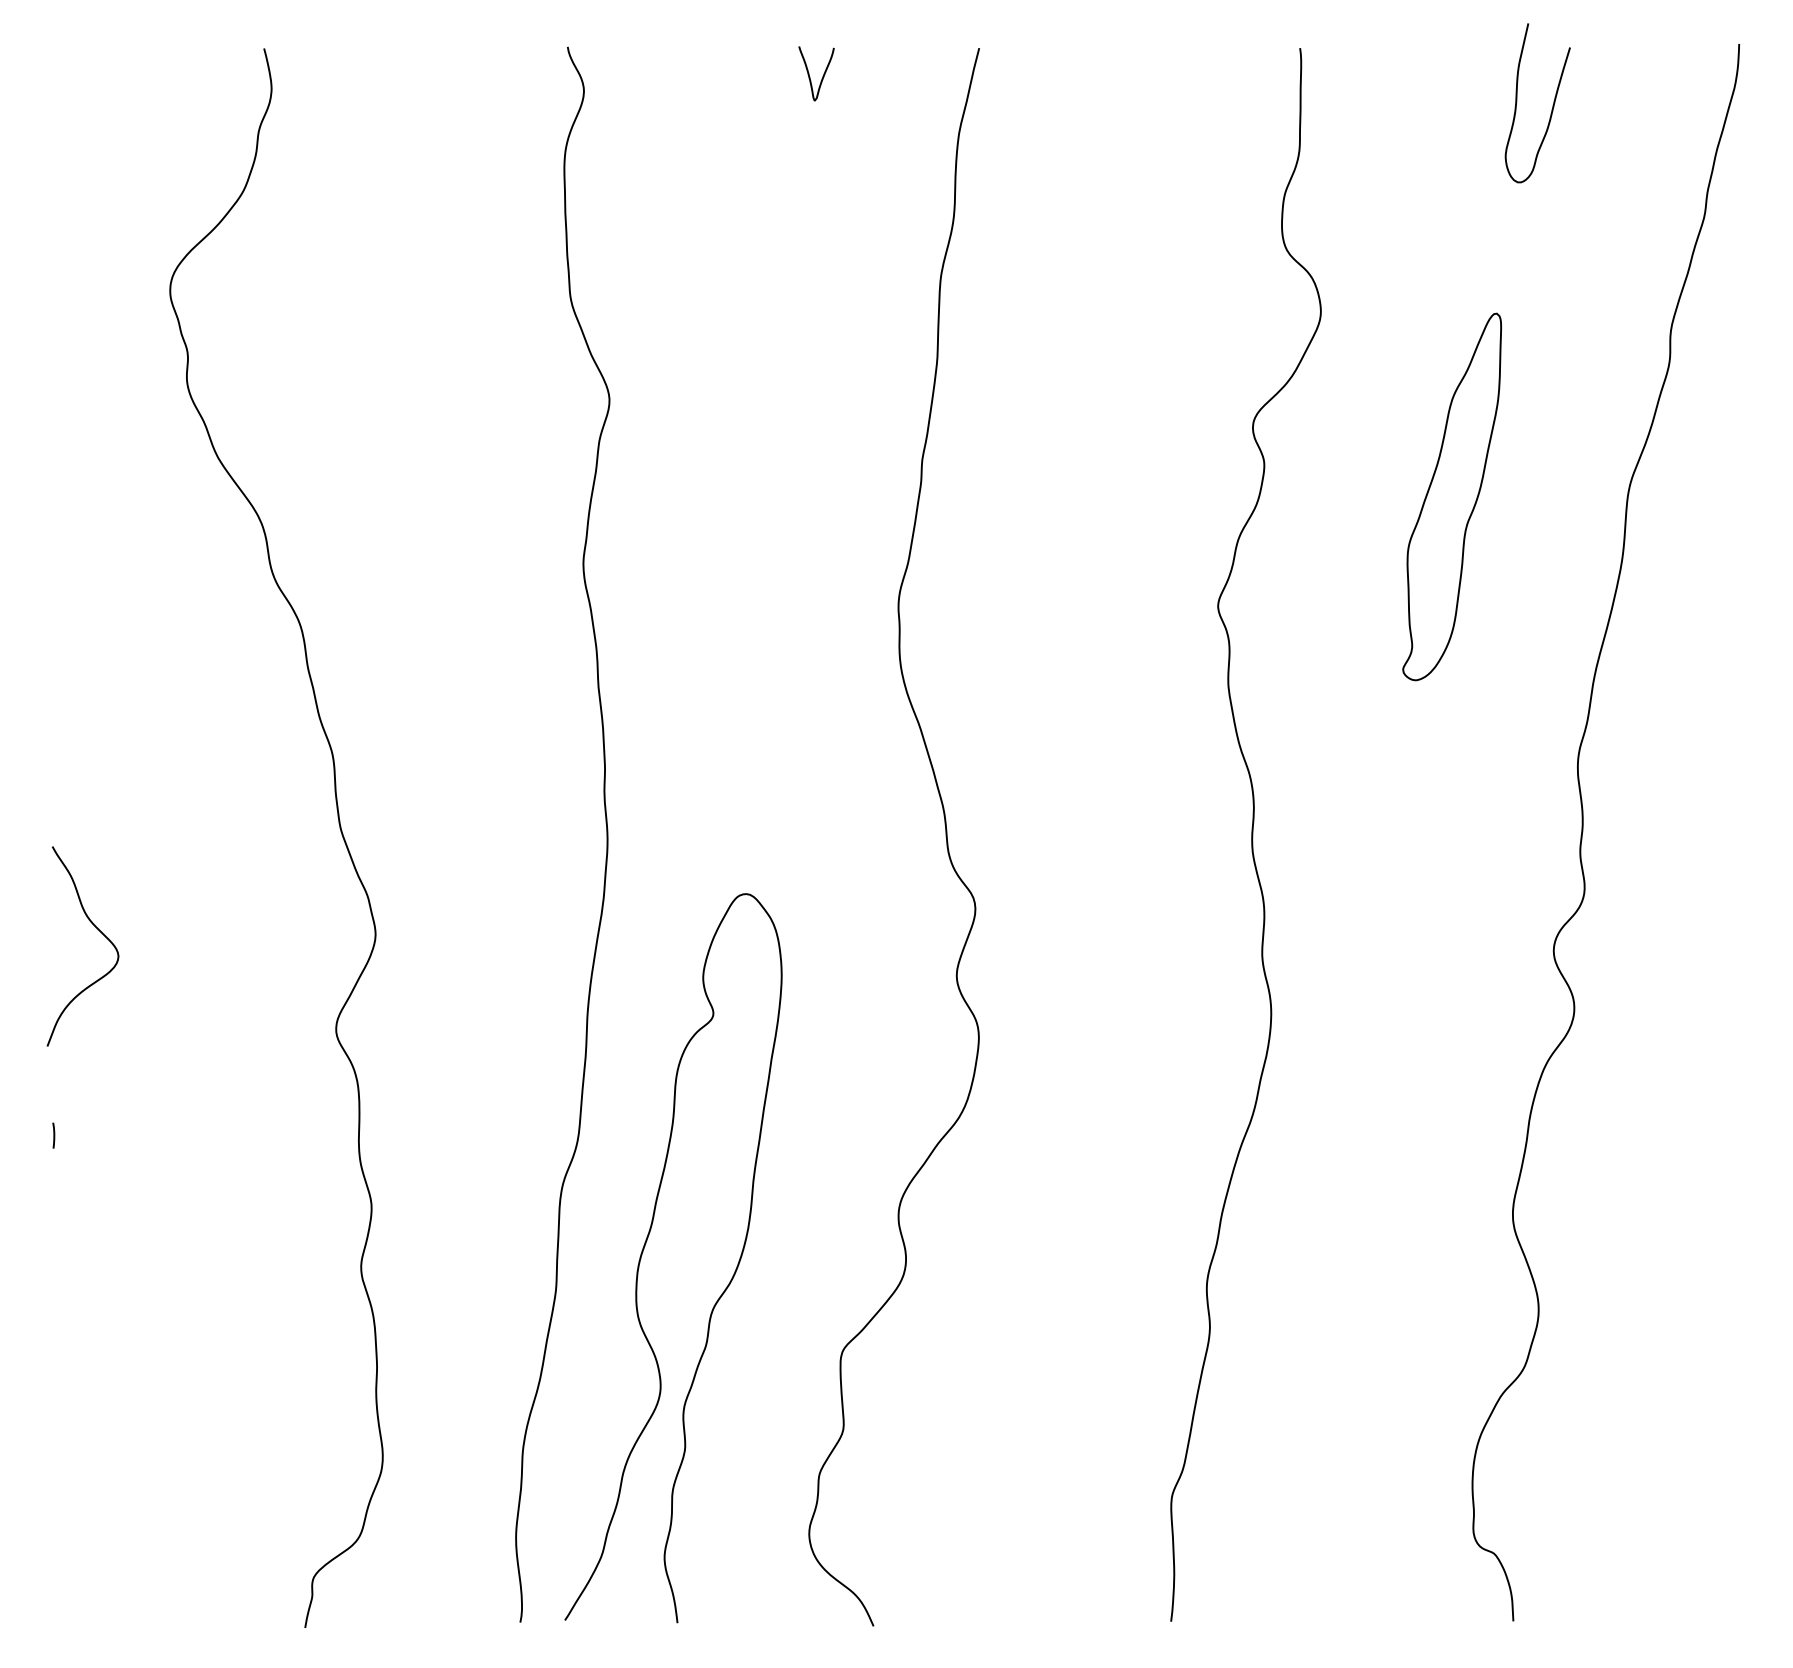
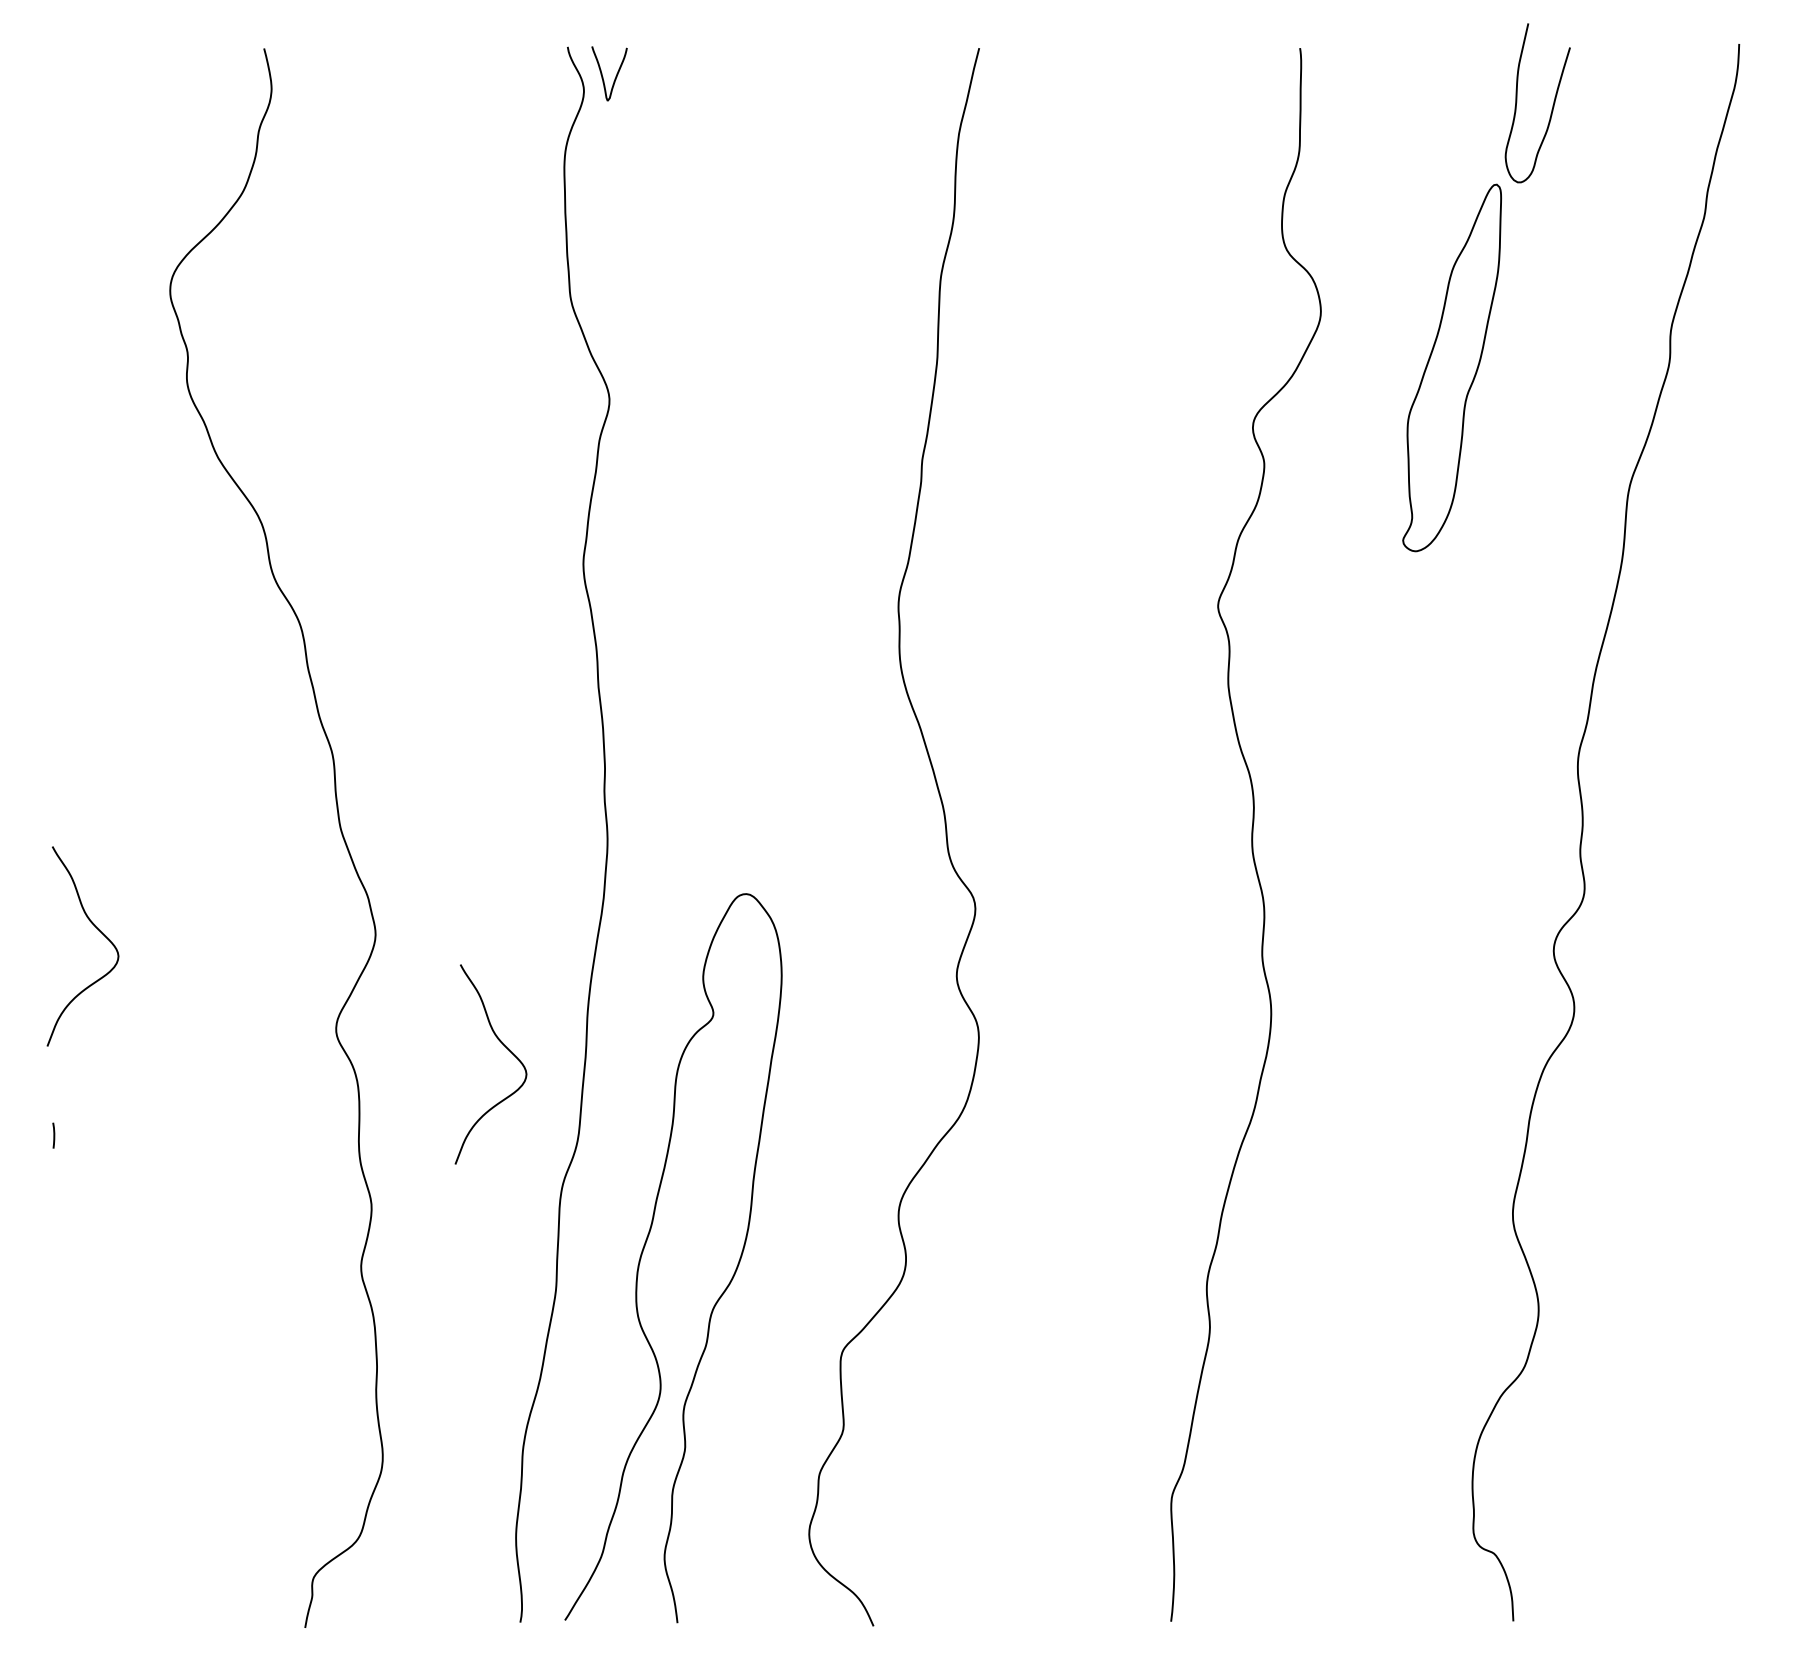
curve at (810, 76) position: (810, 76) -> (603, 76)
part at (1451, 496) position: (1451, 496) -> (1451, 367)
curve at (506, 1048): none -> present
